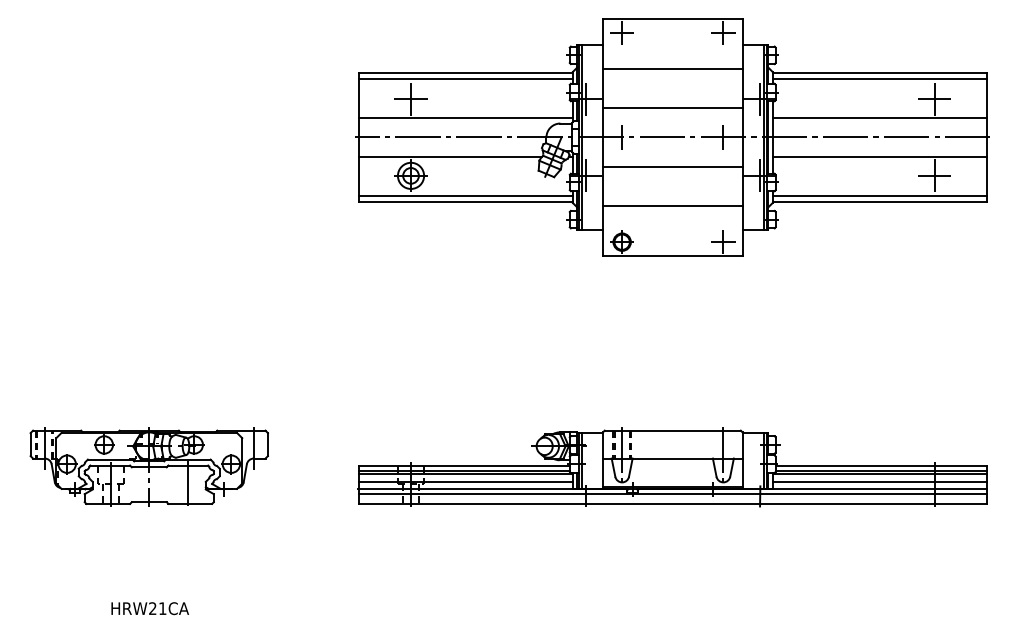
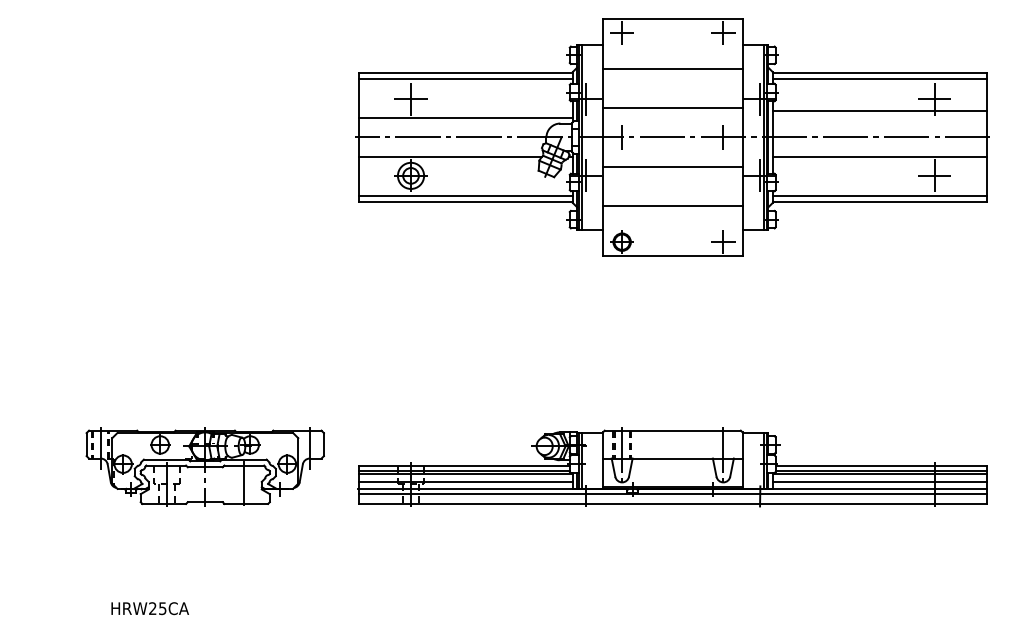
line at (879, 118) position: (879, 118) -> (879, 111)
part at (148, 466) position: (148, 466) -> (204, 466)
text at (162, 608): HRW21CA -> HRW25CA
